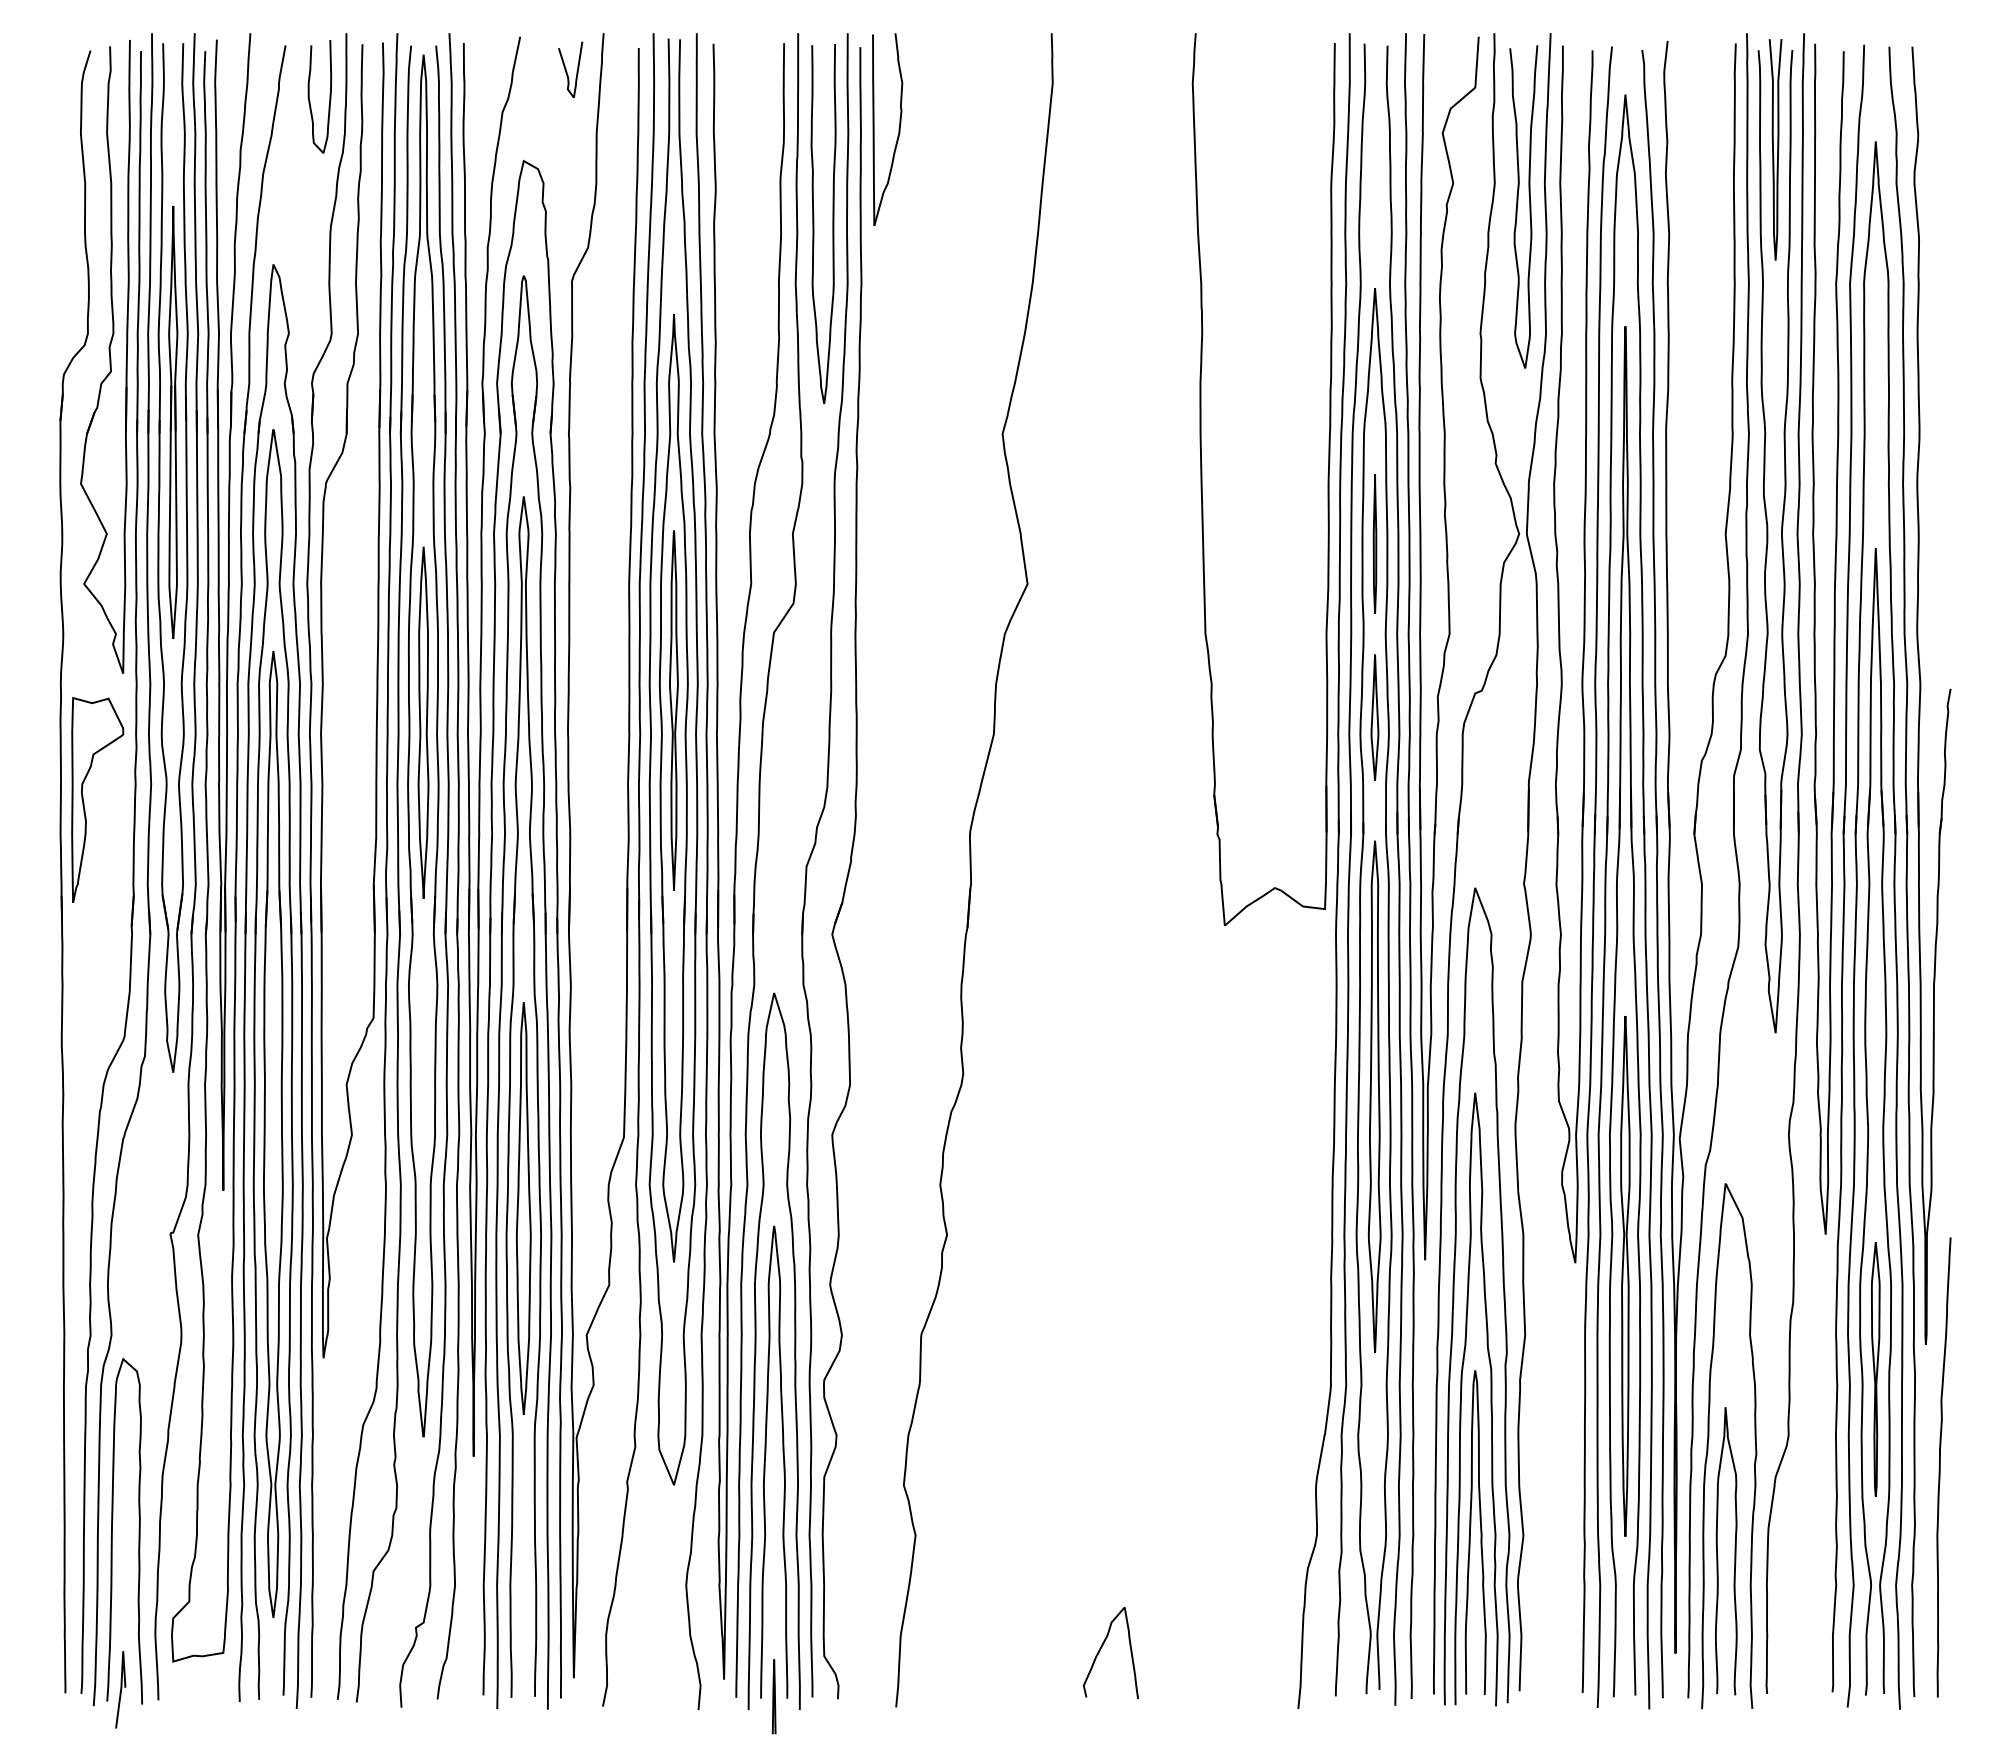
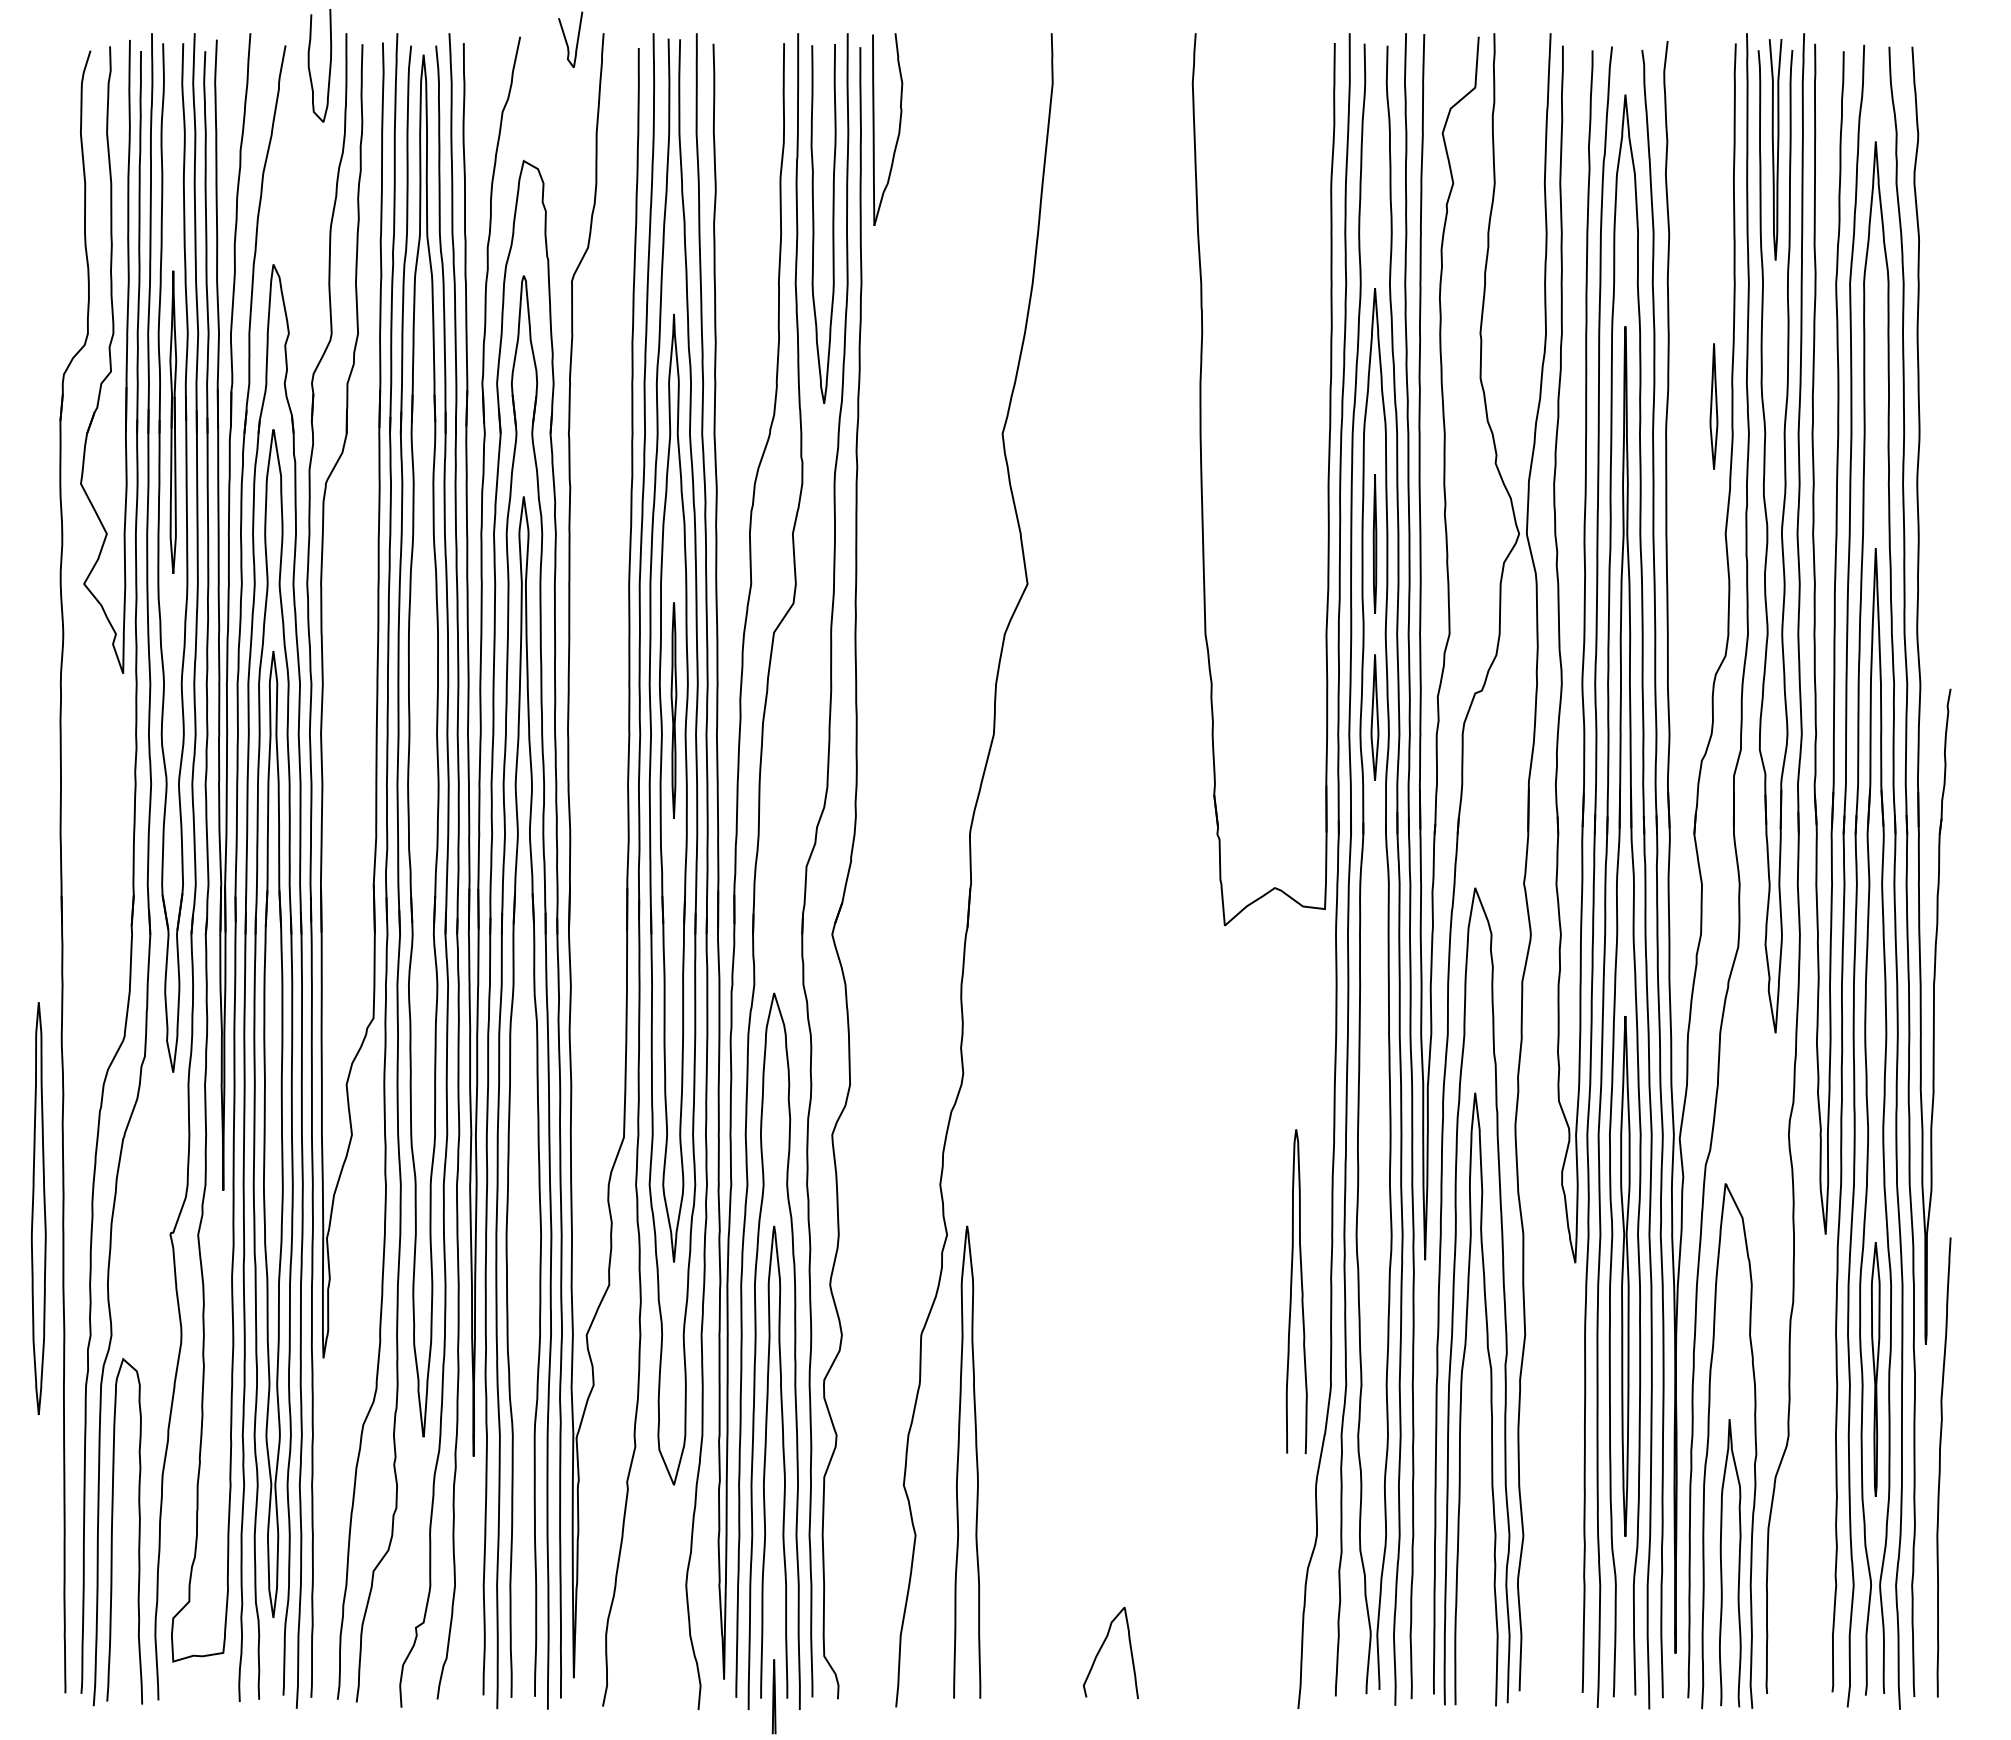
curve at (567, 71) position: (567, 71) -> (567, 41)
curve at (310, 100) position: (310, 100) -> (310, 69)
curve at (1518, 203): present -> none
part at (1713, 406): none -> present
part at (173, 421) size: 11x434 px -> 9x304 px
part at (673, 710) size: 10x361 px -> 8x217 px
part at (423, 722): present -> none
part at (84, 802): present -> none
part at (1374, 1096): present -> none
part at (523, 1208) position: (523, 1208) -> (38, 1208)
curve at (958, 1461): none -> present
curve at (1470, 1532) position: (1470, 1532) -> (1291, 1291)
curve at (1734, 1551) position: (1734, 1551) -> (1738, 1563)
curve at (120, 1689): present -> none
